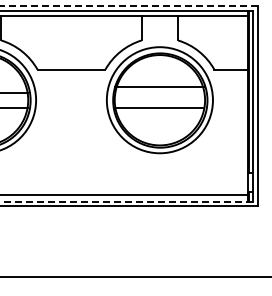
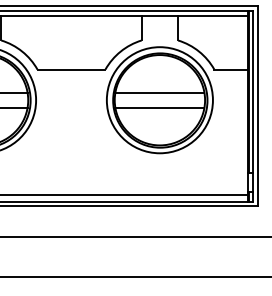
line at (128, 6): dashed -> solid
line at (159, 86) position: (159, 86) -> (159, 92)
line at (126, 201): dashed -> solid
line at (135, 237): none -> present
